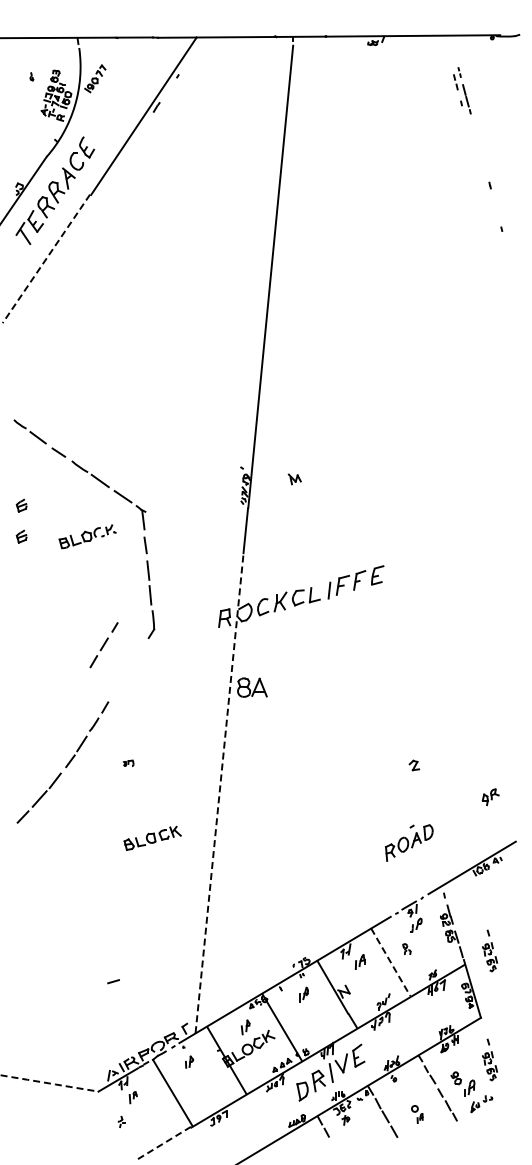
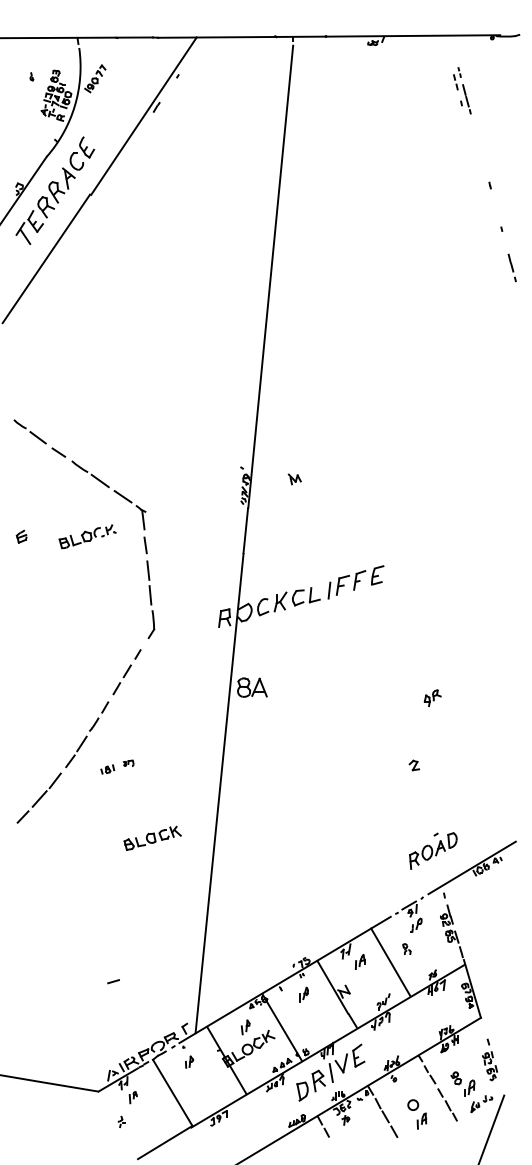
line at (46, 258): dashed -> solid
line at (511, 267): none -> present
part at (21, 505): present -> none
part at (103, 645) position: (103, 645) -> (126, 672)
part at (107, 769): none -> present
line at (219, 793): dashed -> solid
part at (490, 797) position: (490, 797) -> (432, 698)
part at (409, 842) position: (409, 842) -> (433, 850)
part at (489, 950): present -> none
line at (390, 962): dashed -> solid
arc at (49, 1083): dashed -> solid
part at (417, 1114) size: 13x19 px -> 21x31 px
line at (491, 1128): none -> present
line at (165, 1142): dashed -> solid
